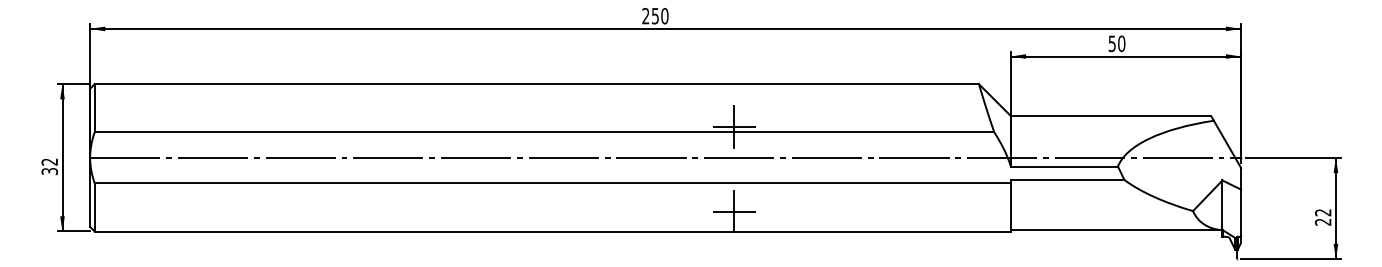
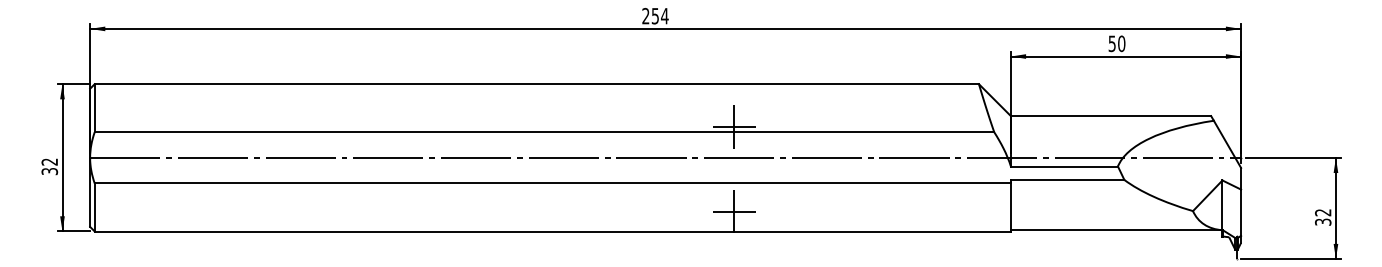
text at (664, 16): 250 -> 254
text at (1323, 221): 22 -> 32
